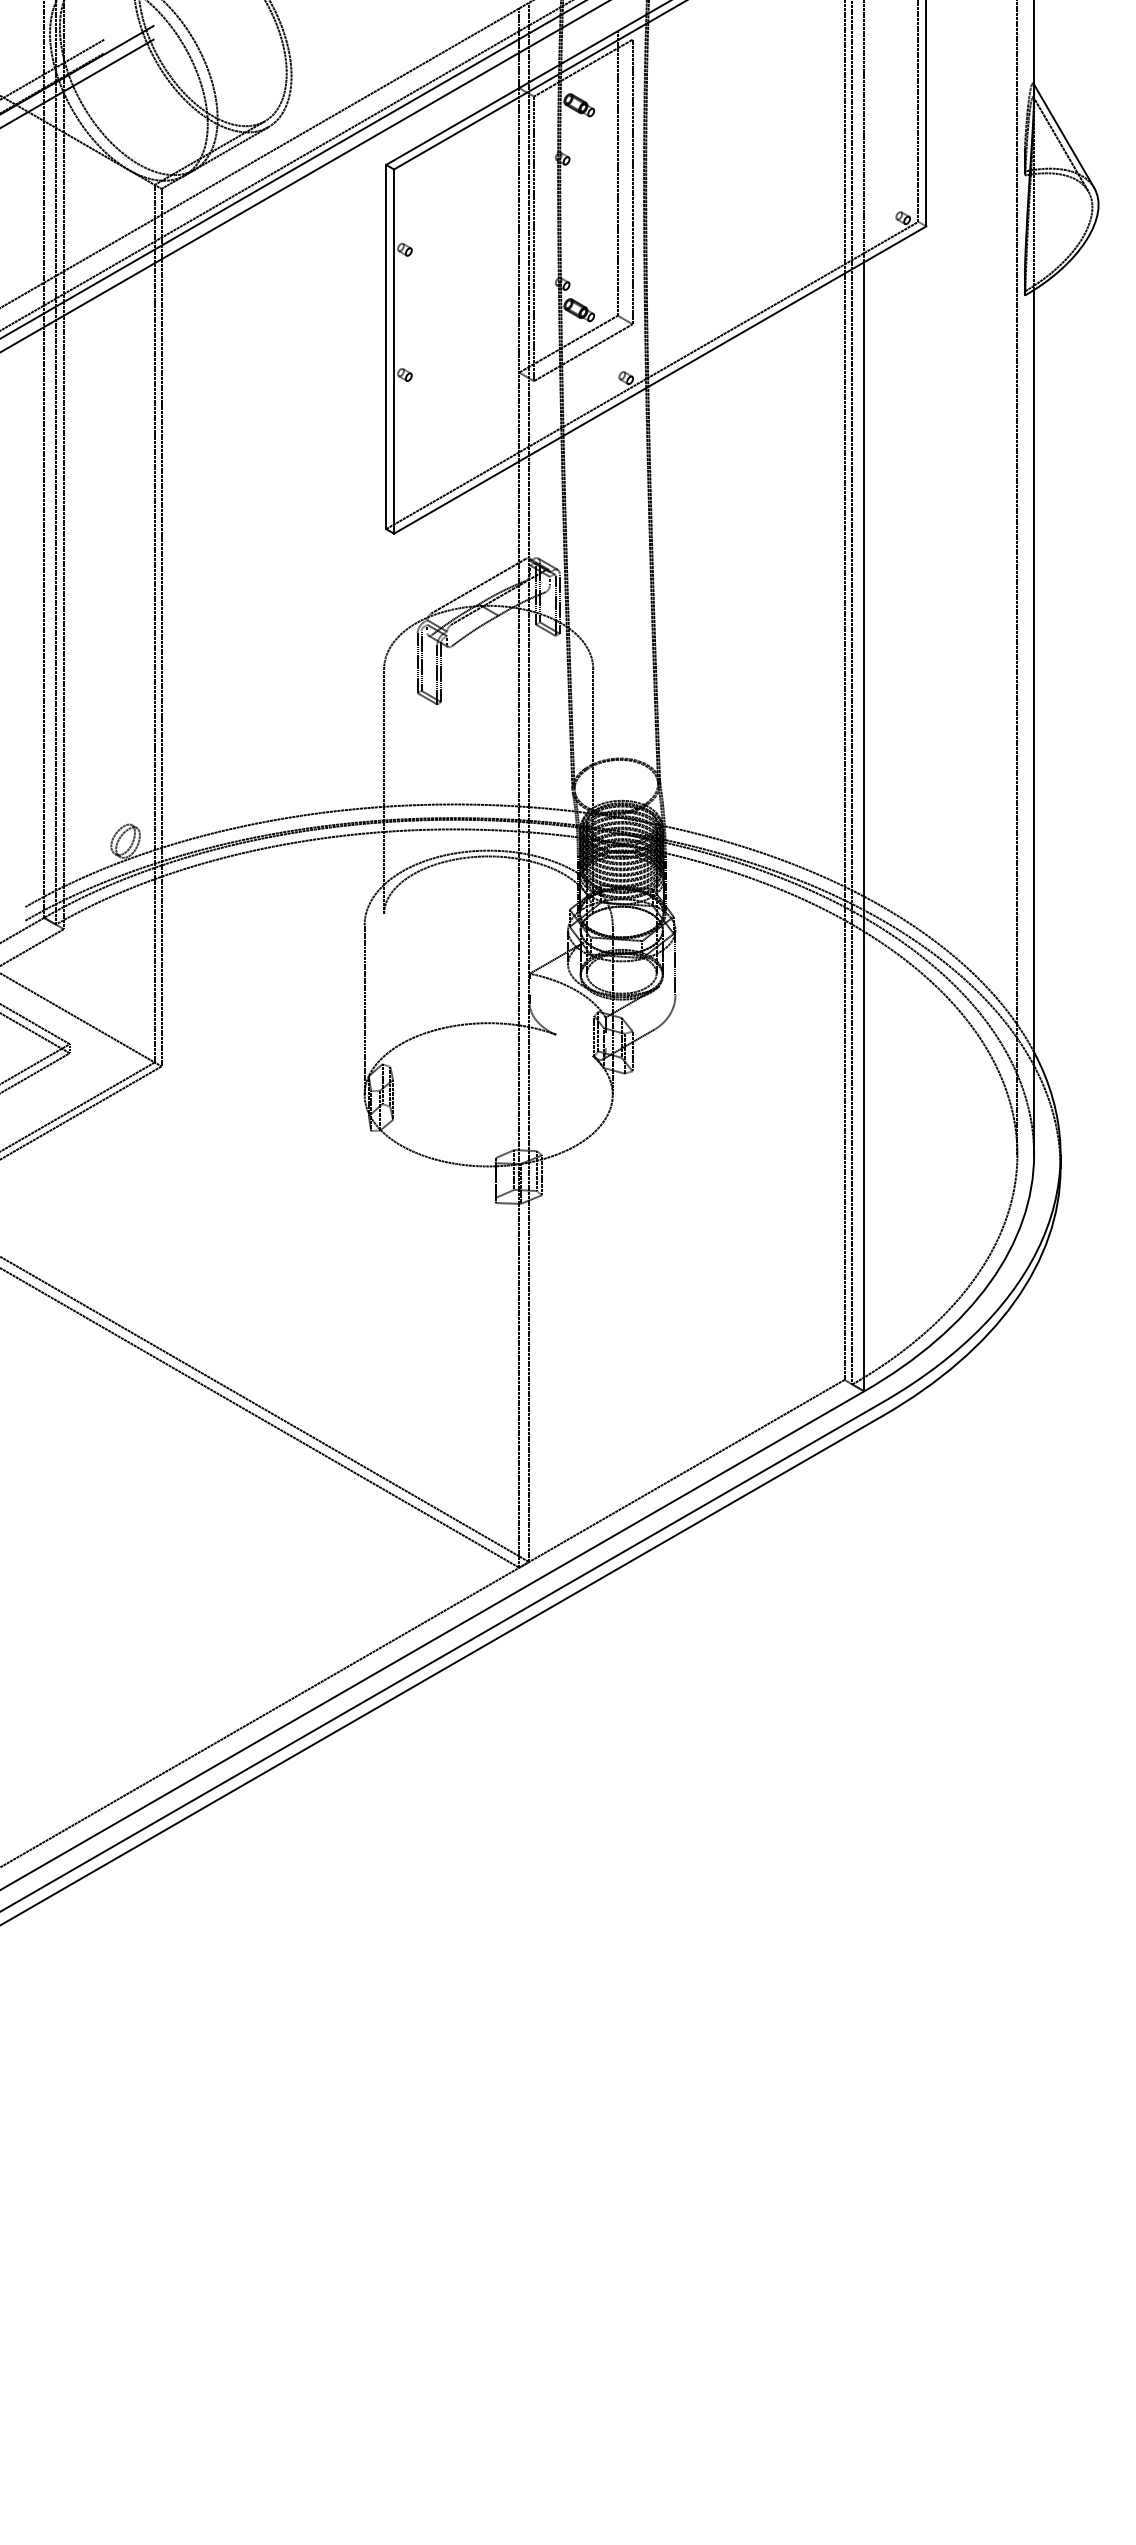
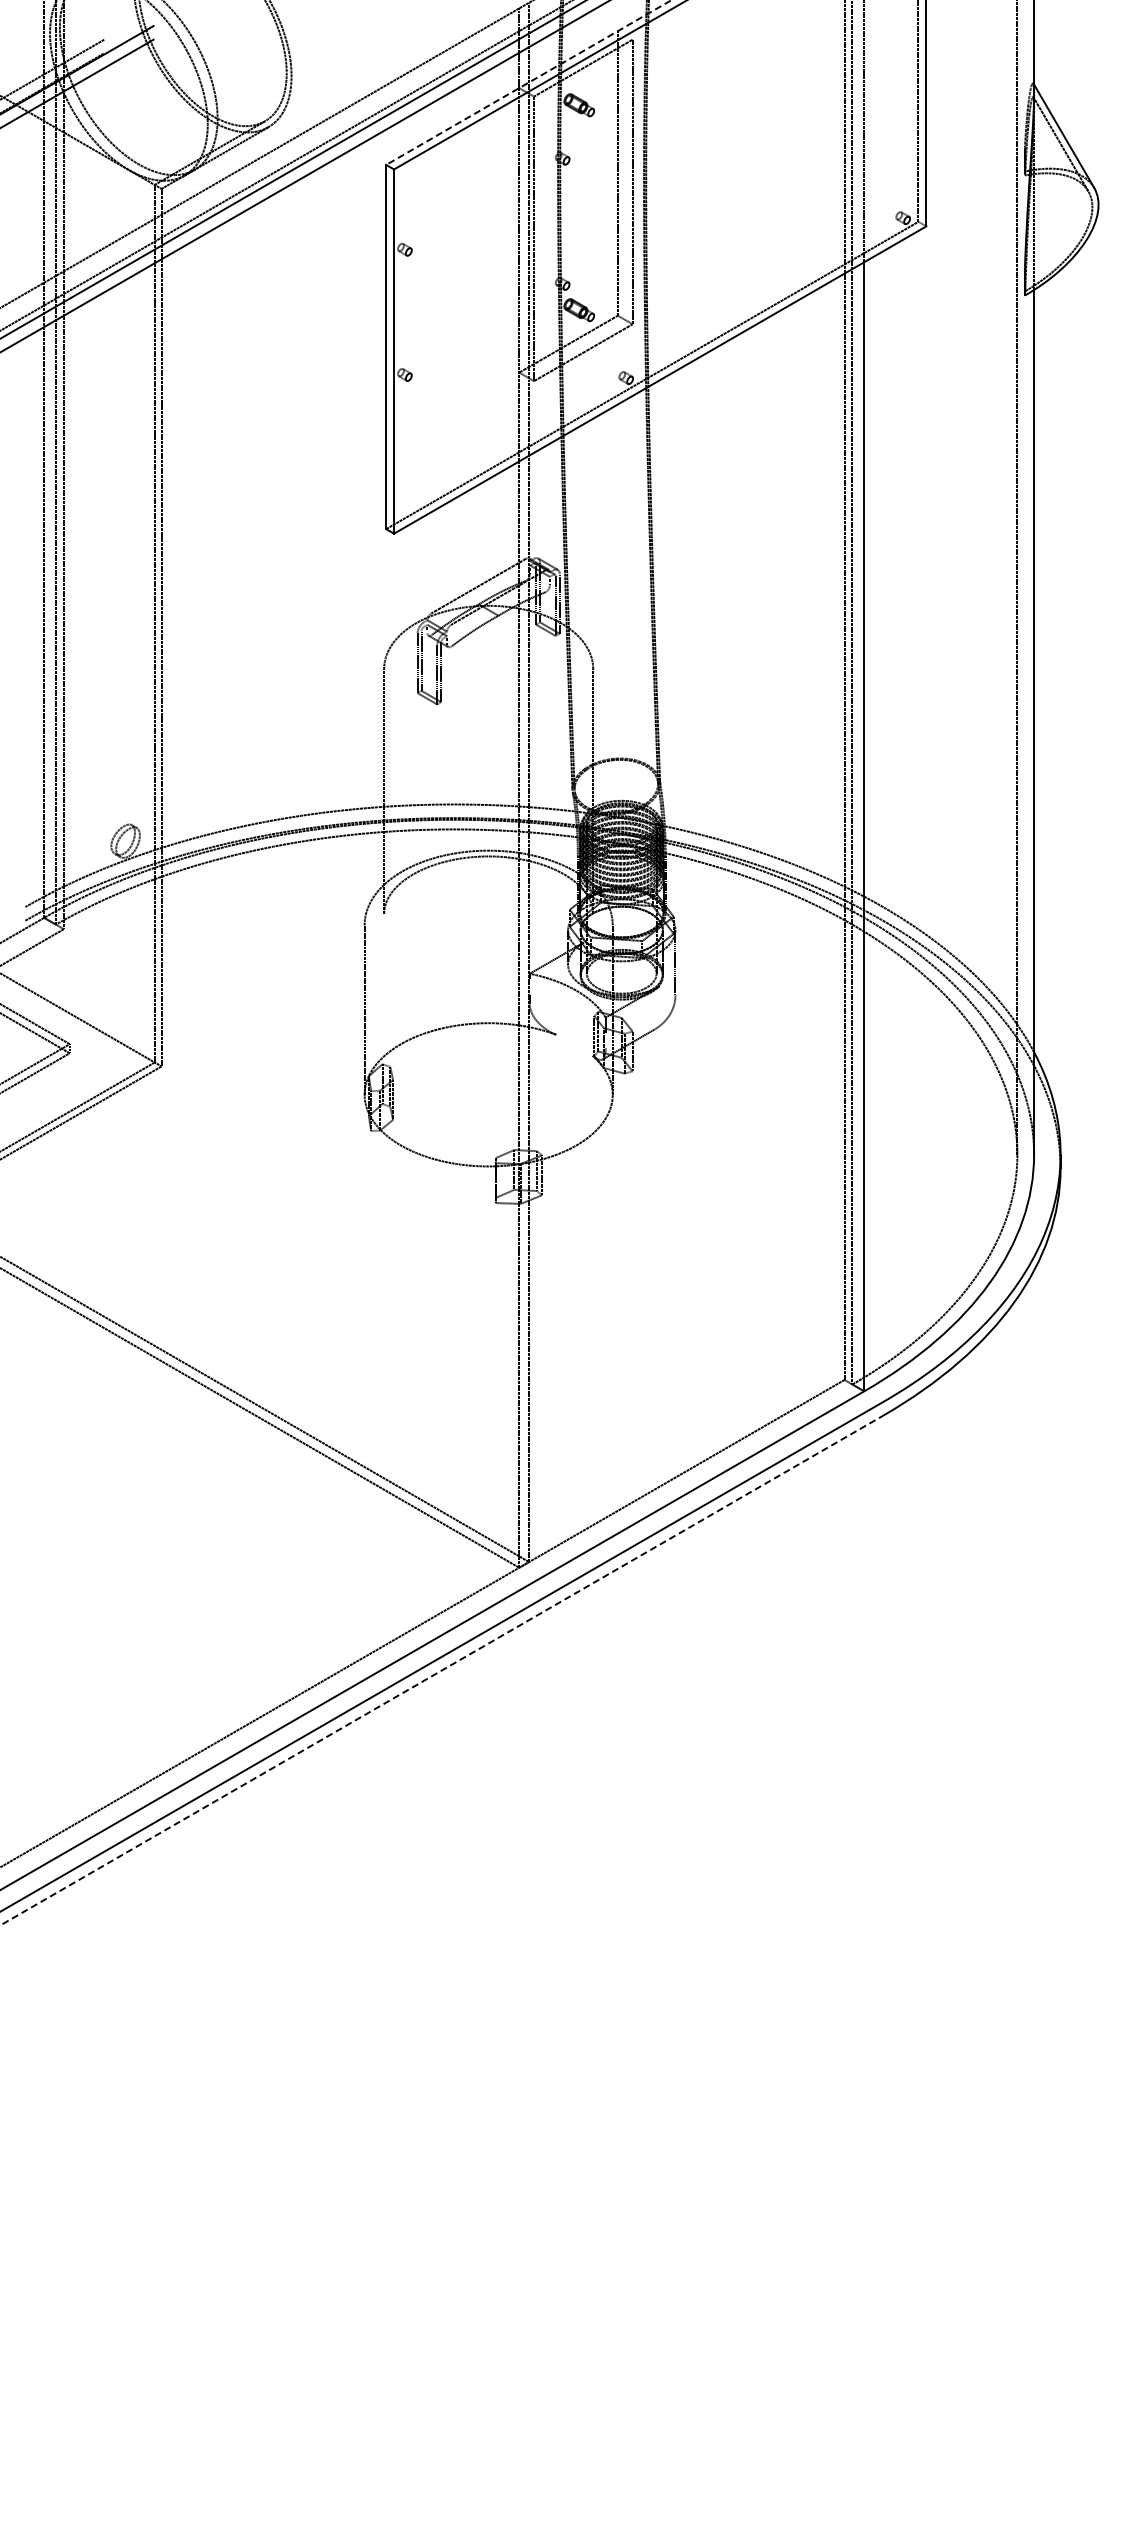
line at (529, 82): solid -> dashed
line at (442, 1670): solid -> dashed
